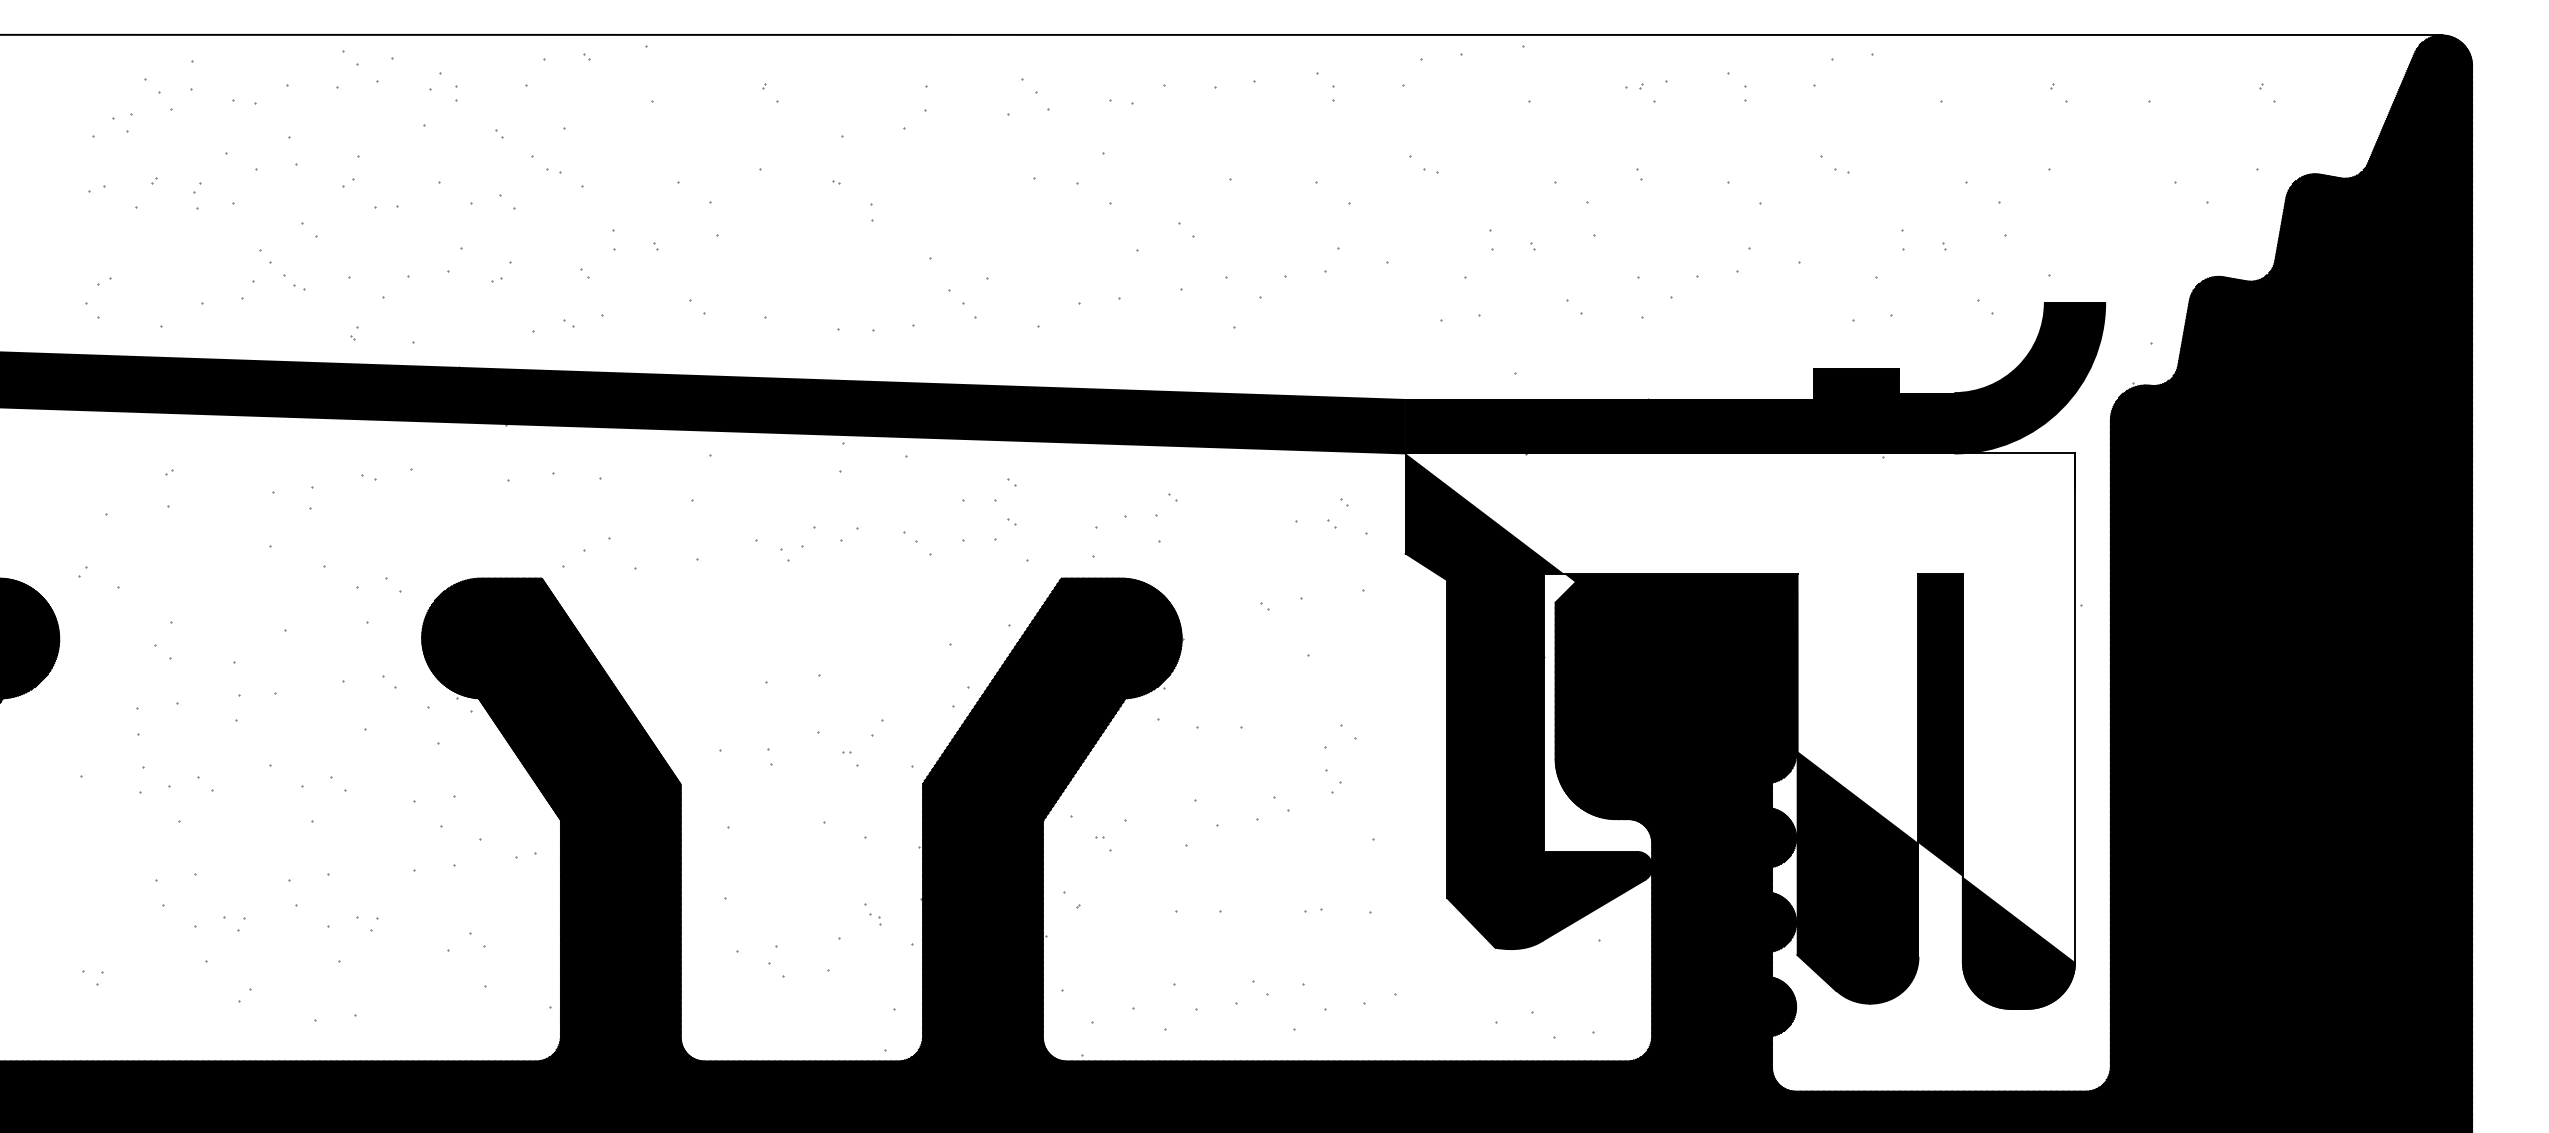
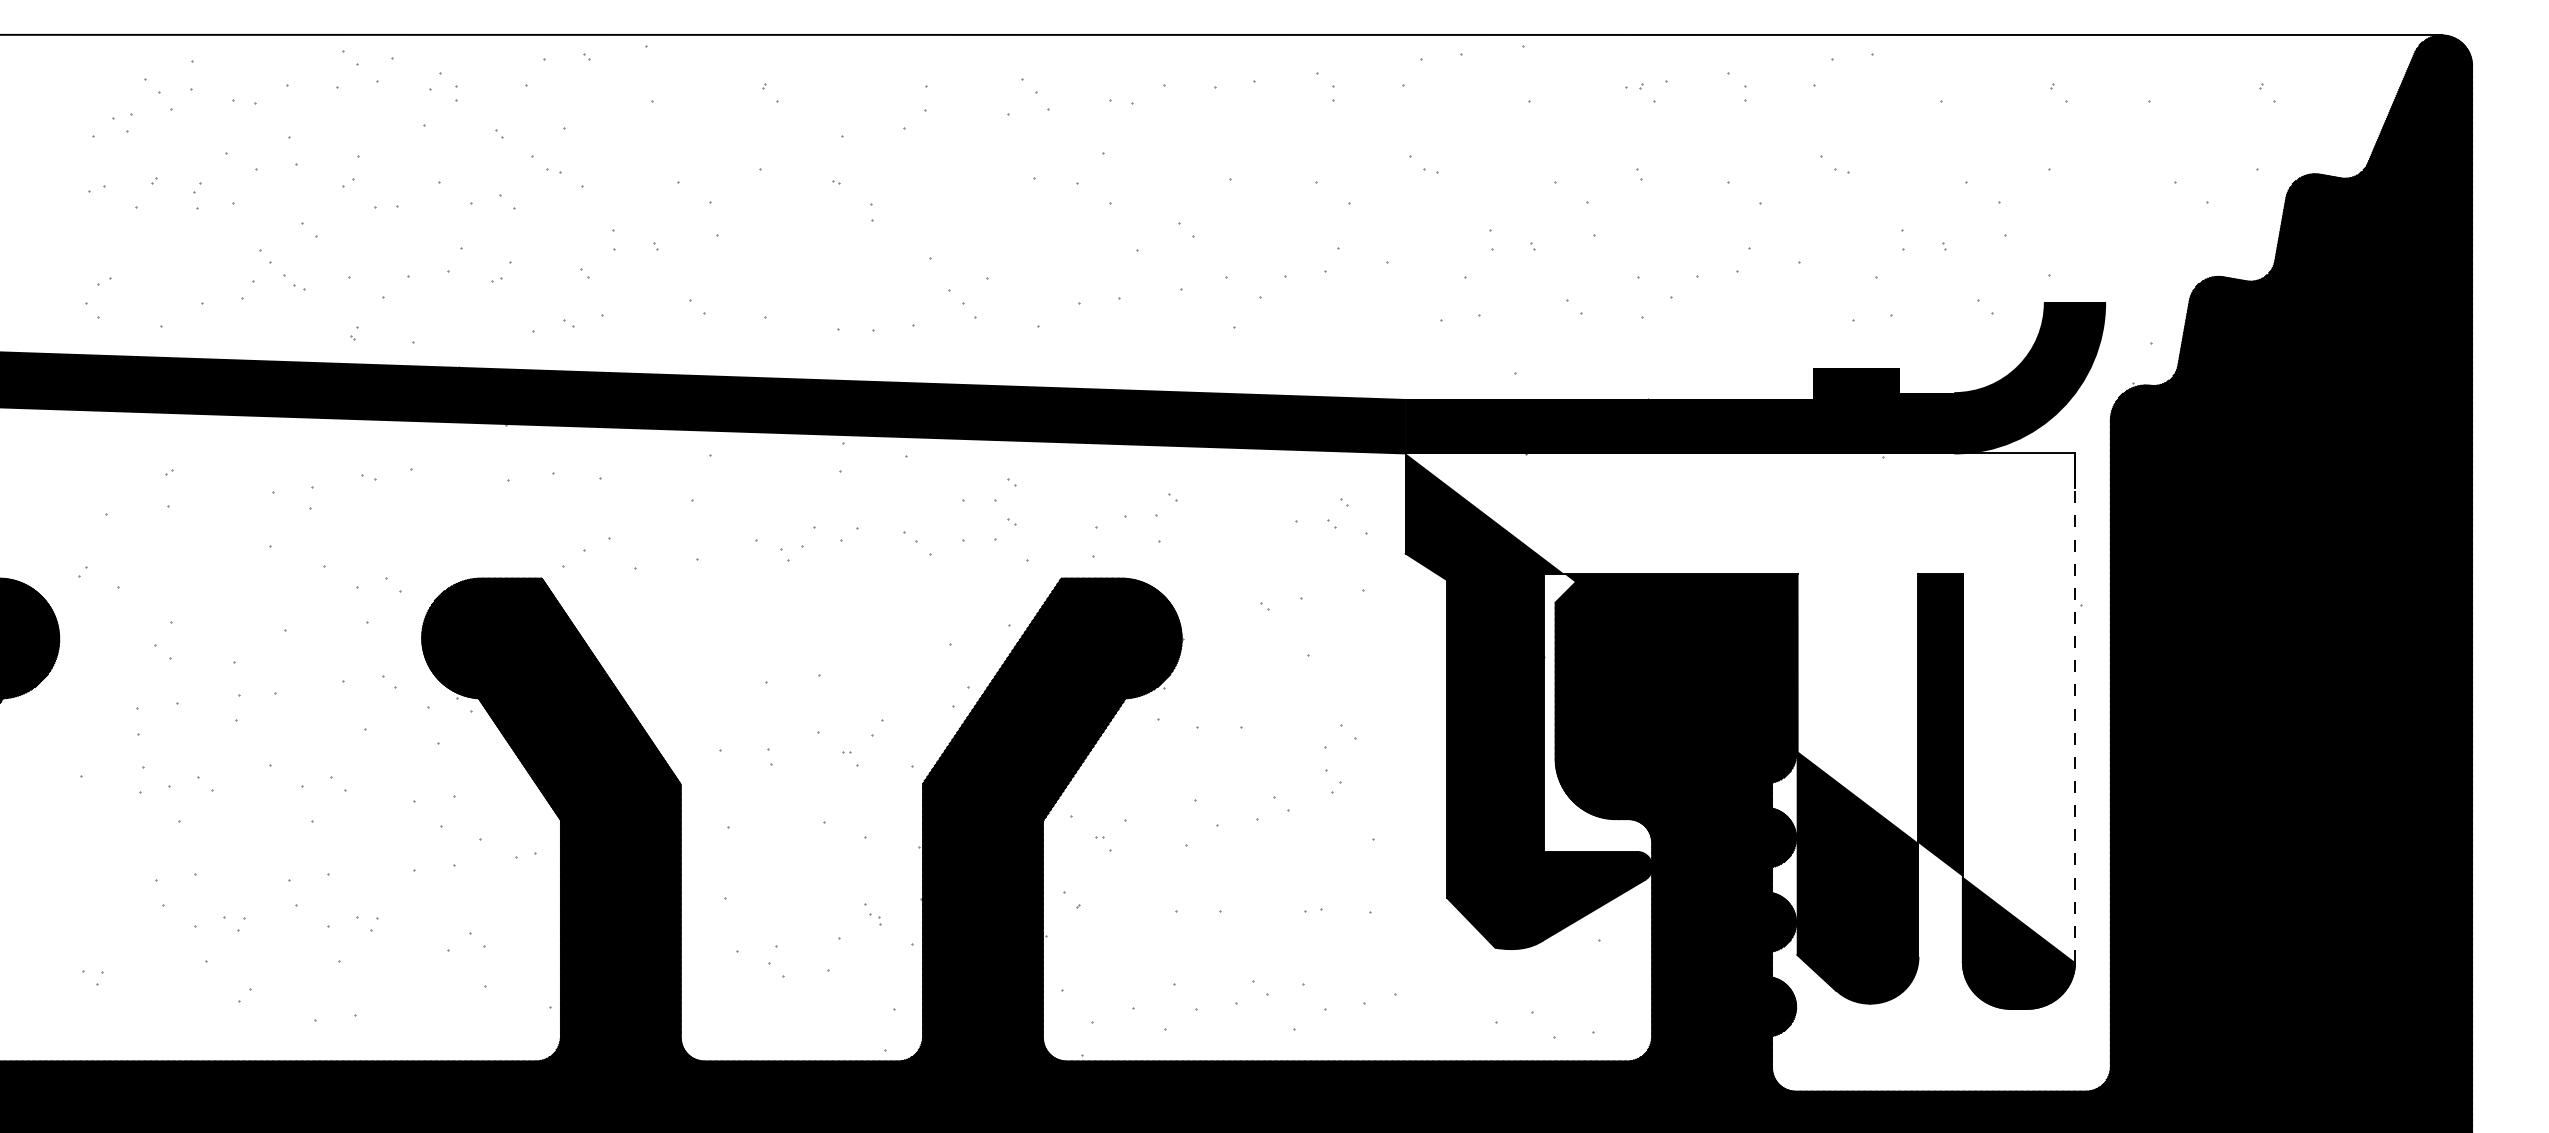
line at (2075, 707): solid -> dashed
